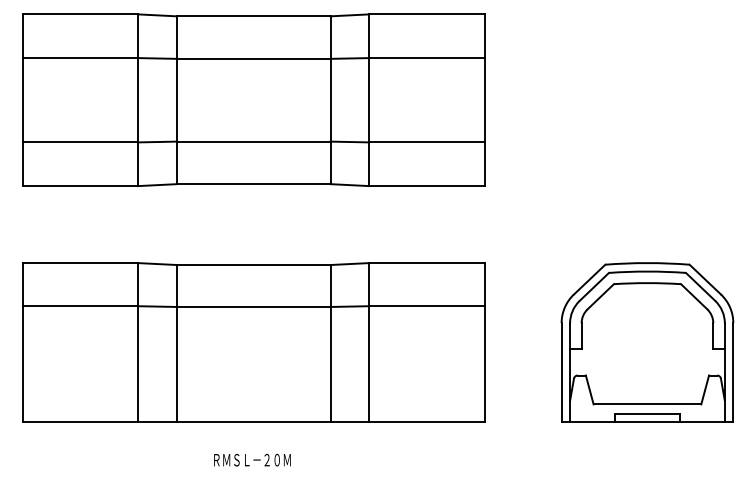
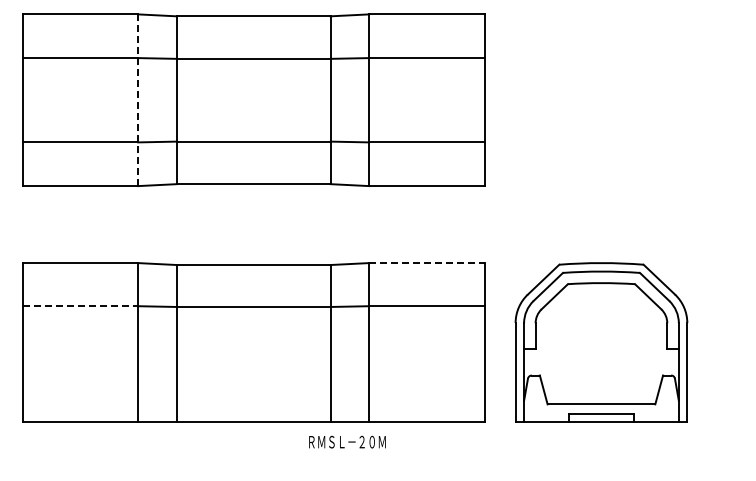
line at (138, 100): solid -> dashed
line at (426, 263): solid -> dashed
line at (80, 306): solid -> dashed
part at (647, 342) position: (647, 342) -> (601, 342)
text at (252, 459) position: (252, 459) -> (347, 441)
